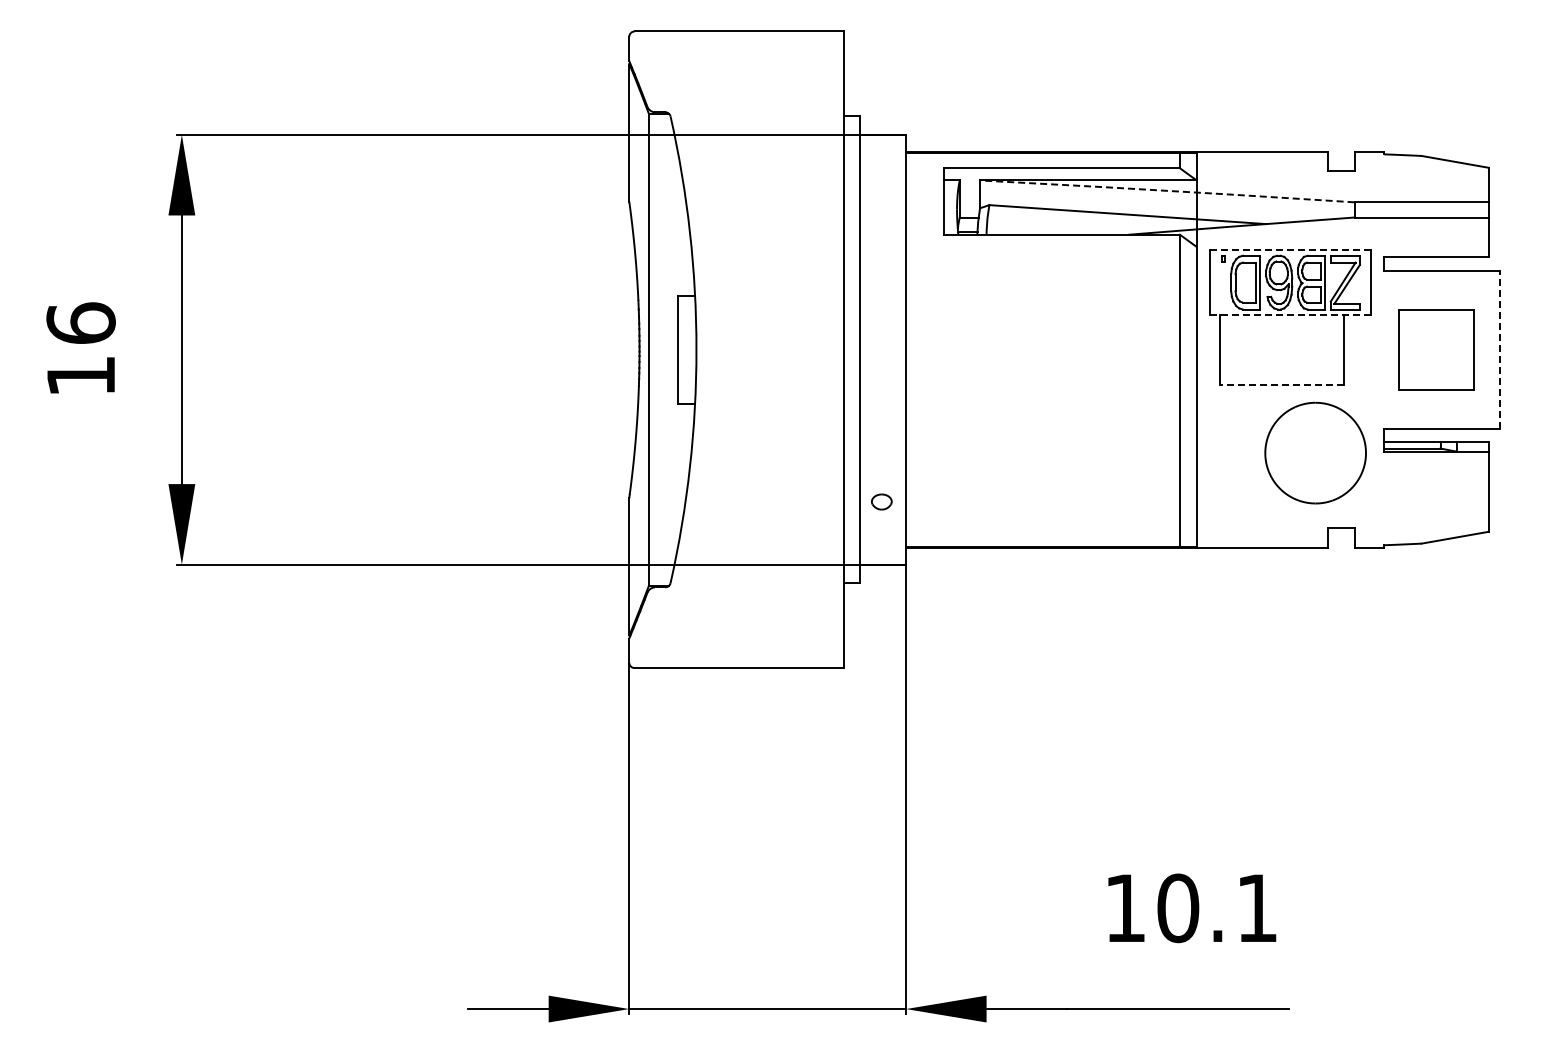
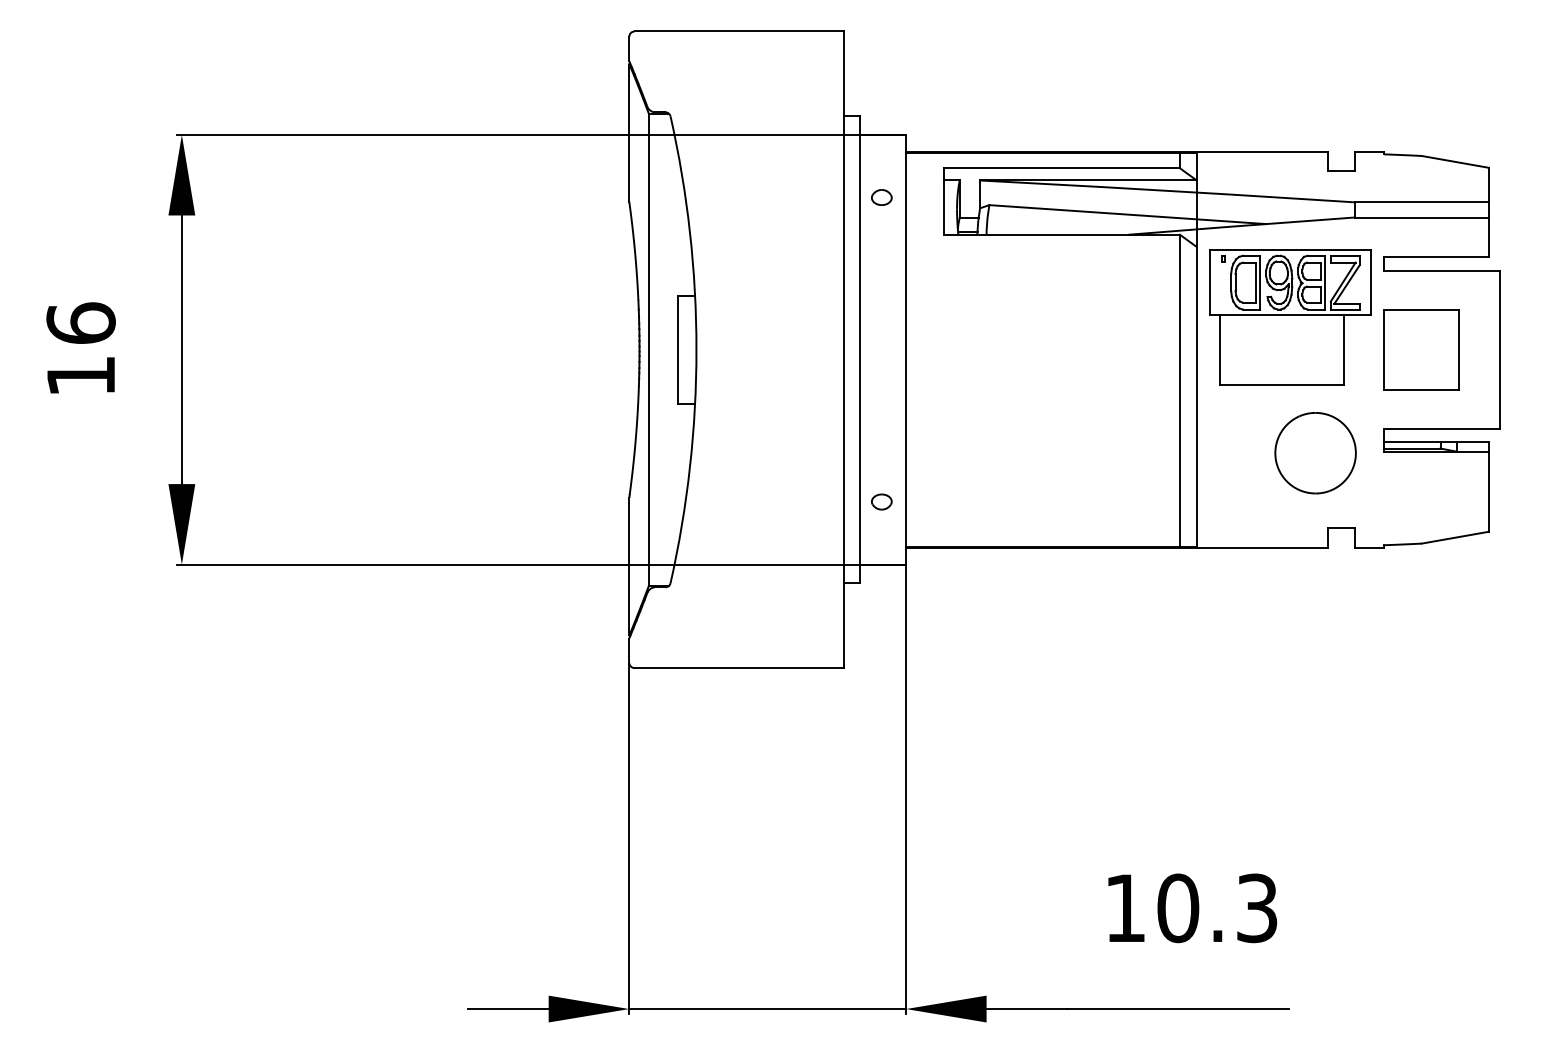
line at (1166, 190): dashed -> solid
part at (881, 197): none -> present
line at (1290, 250): dashed -> solid
line at (1290, 314): dashed -> solid
part at (1436, 349) position: (1436, 349) -> (1421, 349)
line at (1499, 349): dashed -> solid
line at (1282, 384): dashed -> solid
part at (1315, 452) size: 103x104 px -> 83x83 px
text at (1257, 908): 10.1 -> 10.3
